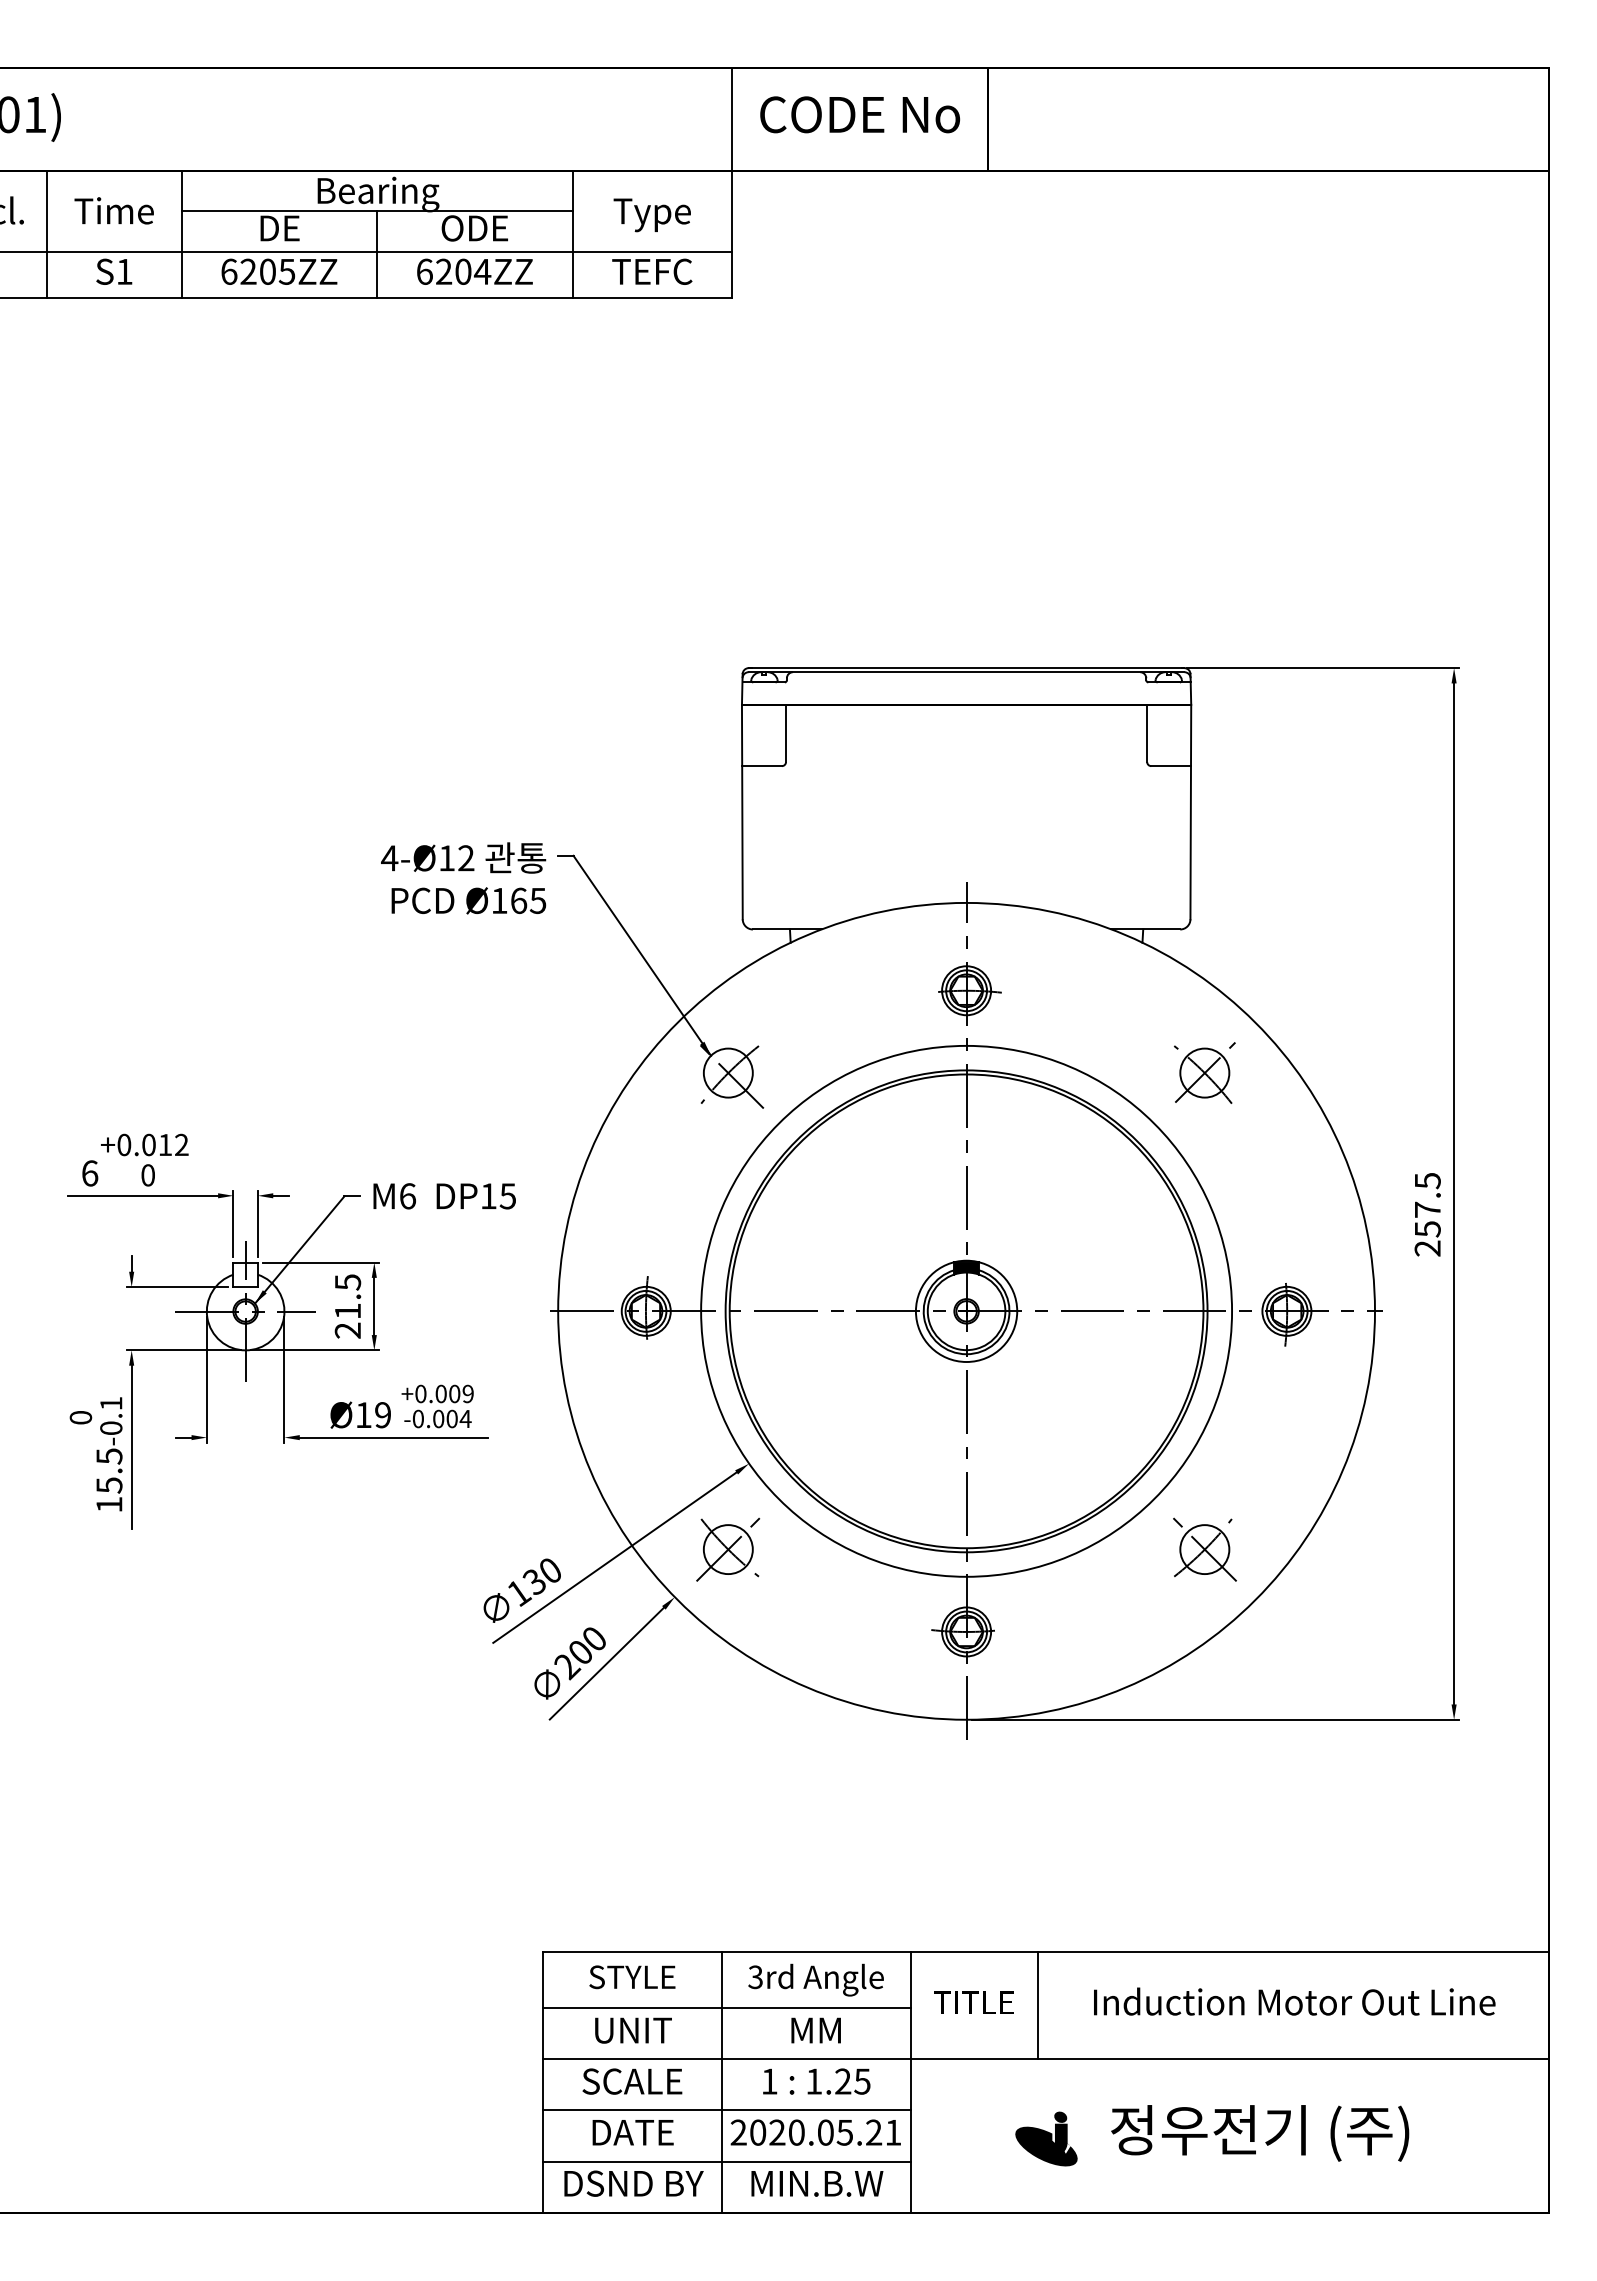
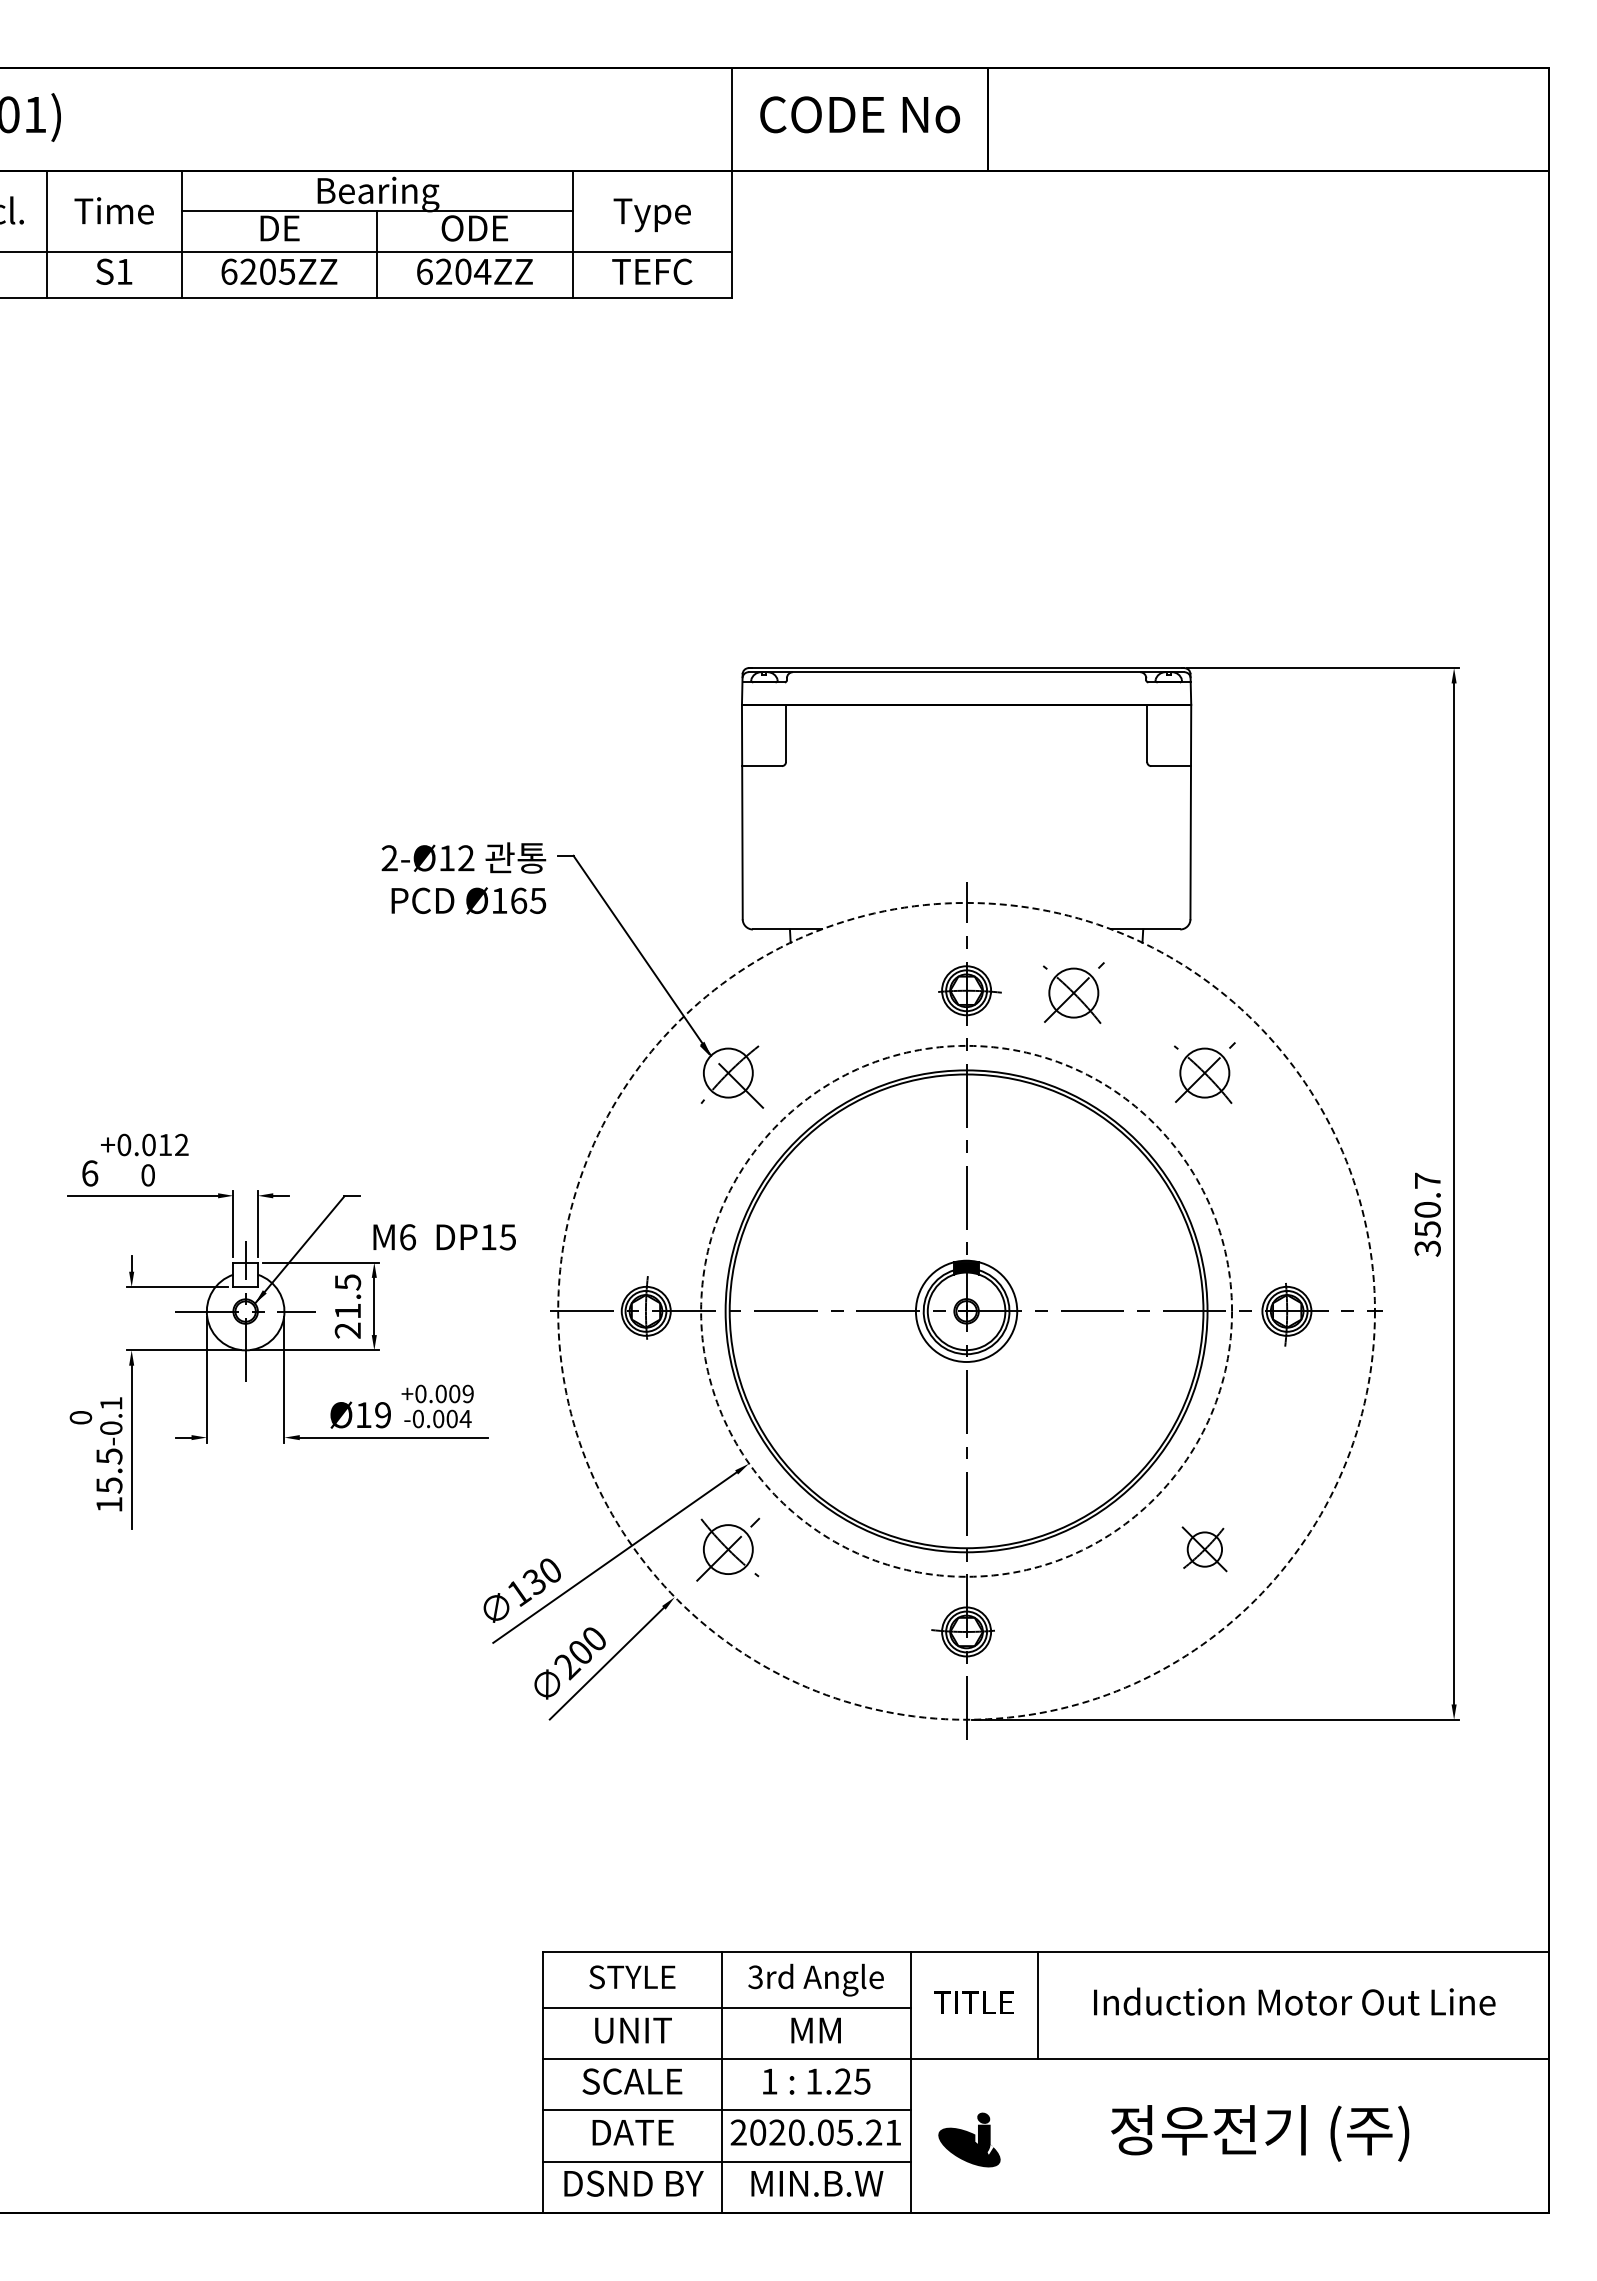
text at (389, 858): 4- -> 2-
part at (1073, 992): none -> present
text at (444, 1196) position: (444, 1196) -> (444, 1237)
text at (1427, 1214): 257.5 -> 350.7
circle at (966, 1310): solid -> dashed
circle at (966, 1310): solid -> dashed
part at (1204, 1549) size: 64x65 px -> 47x47 px
part at (1046, 2138) position: (1046, 2138) -> (969, 2139)
